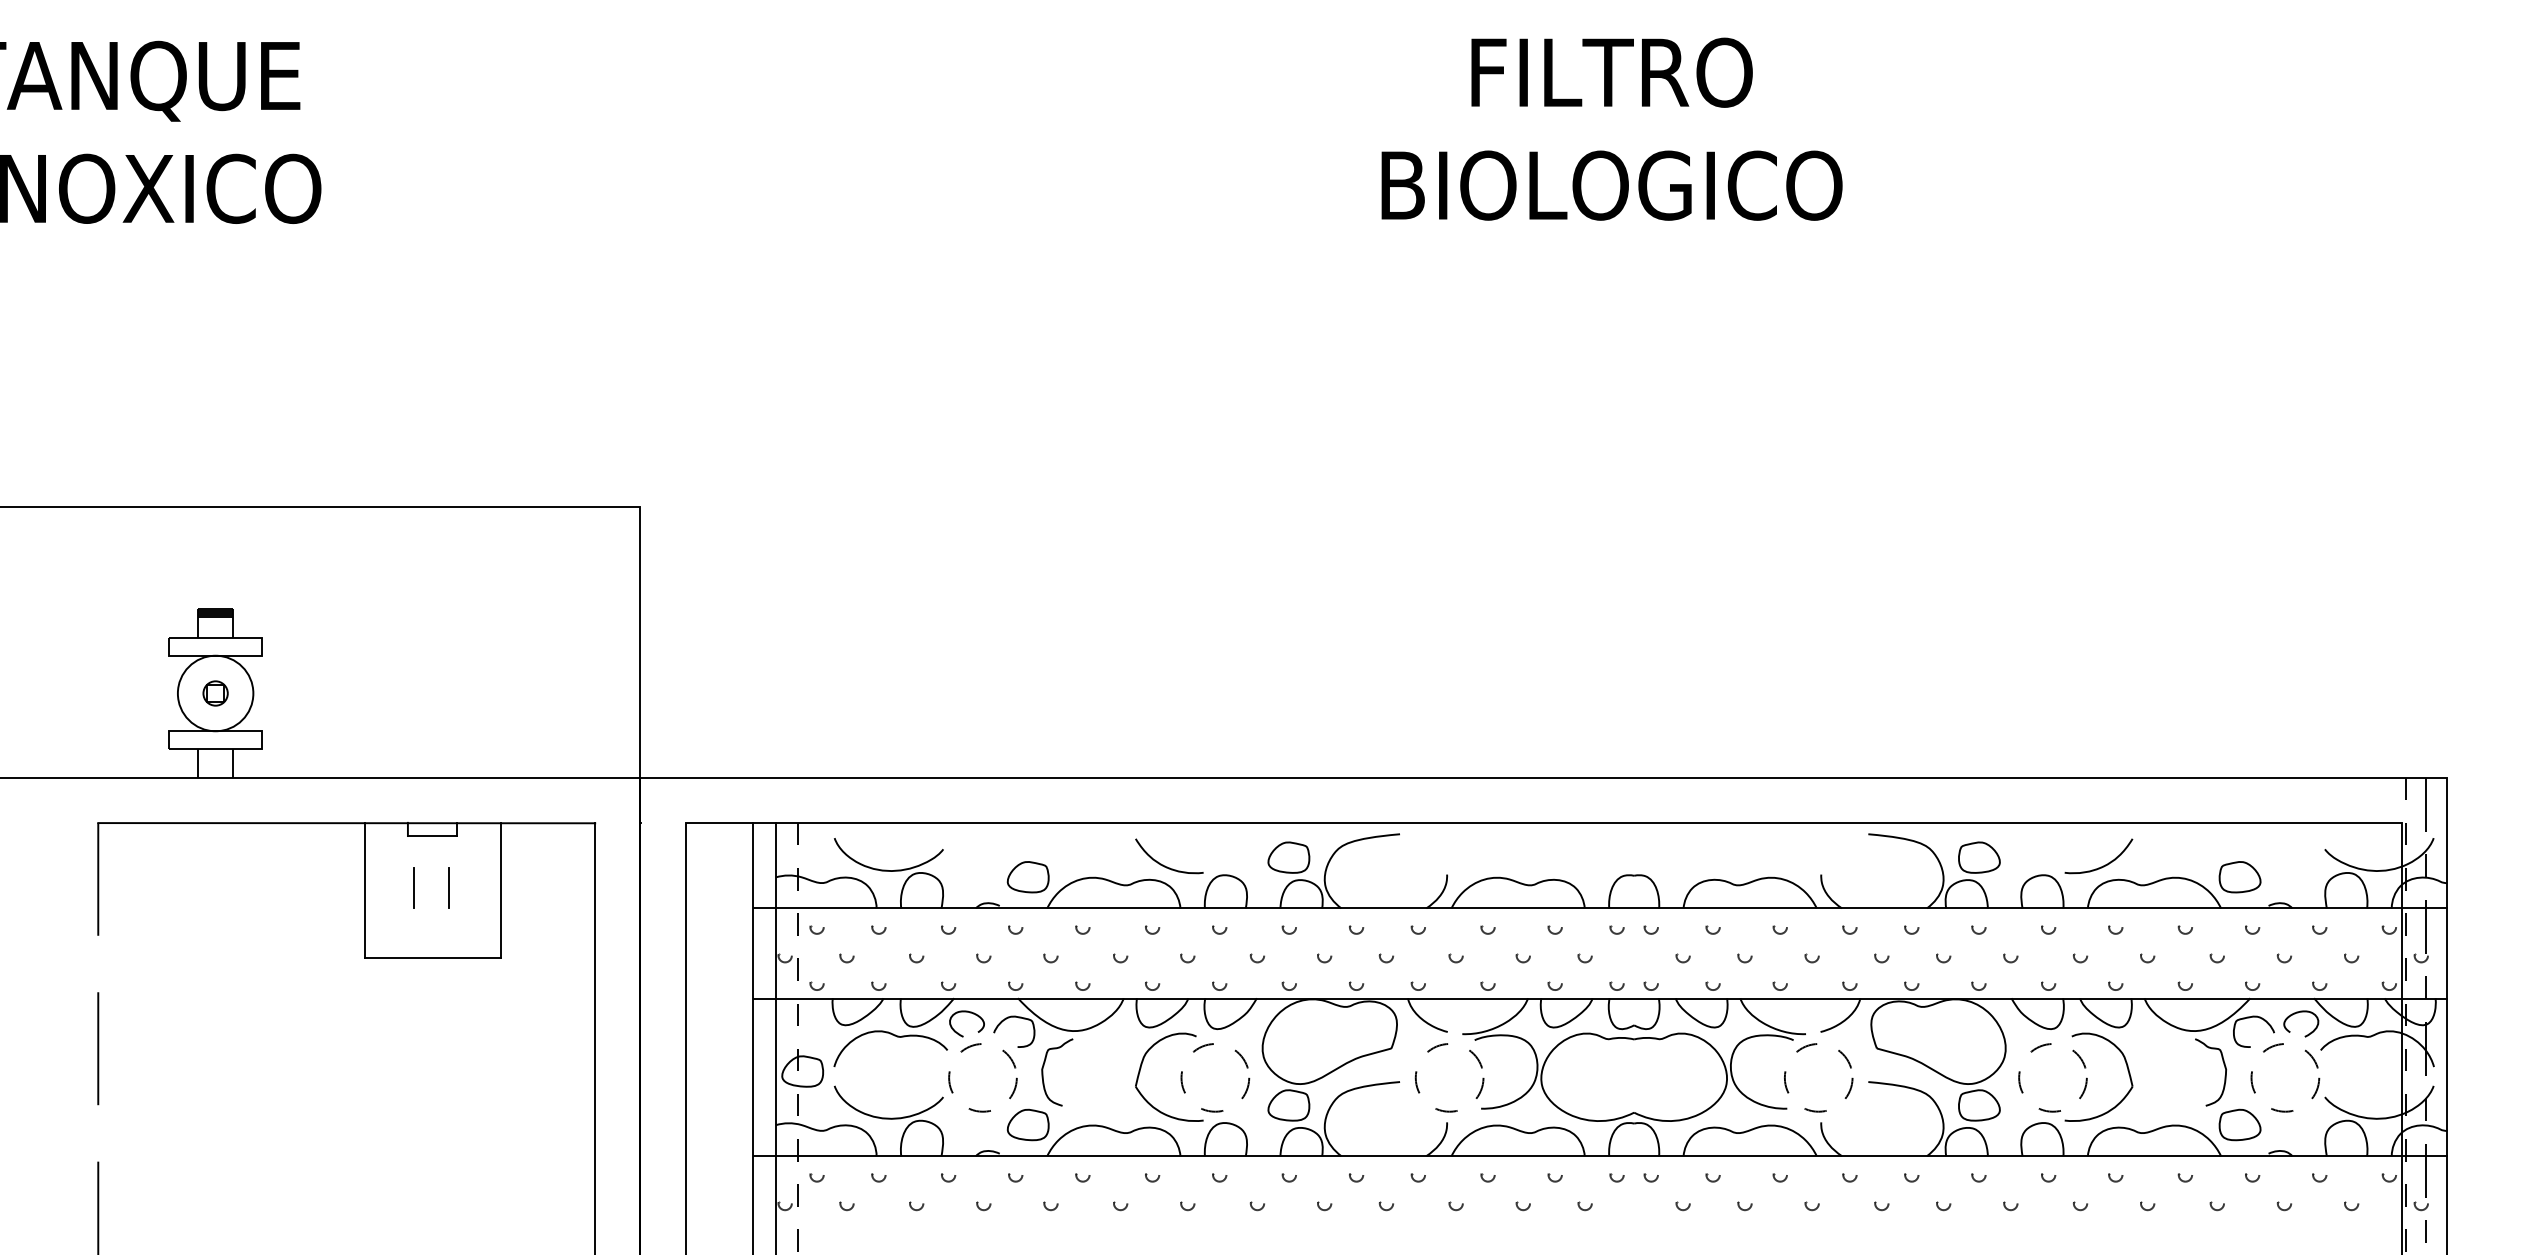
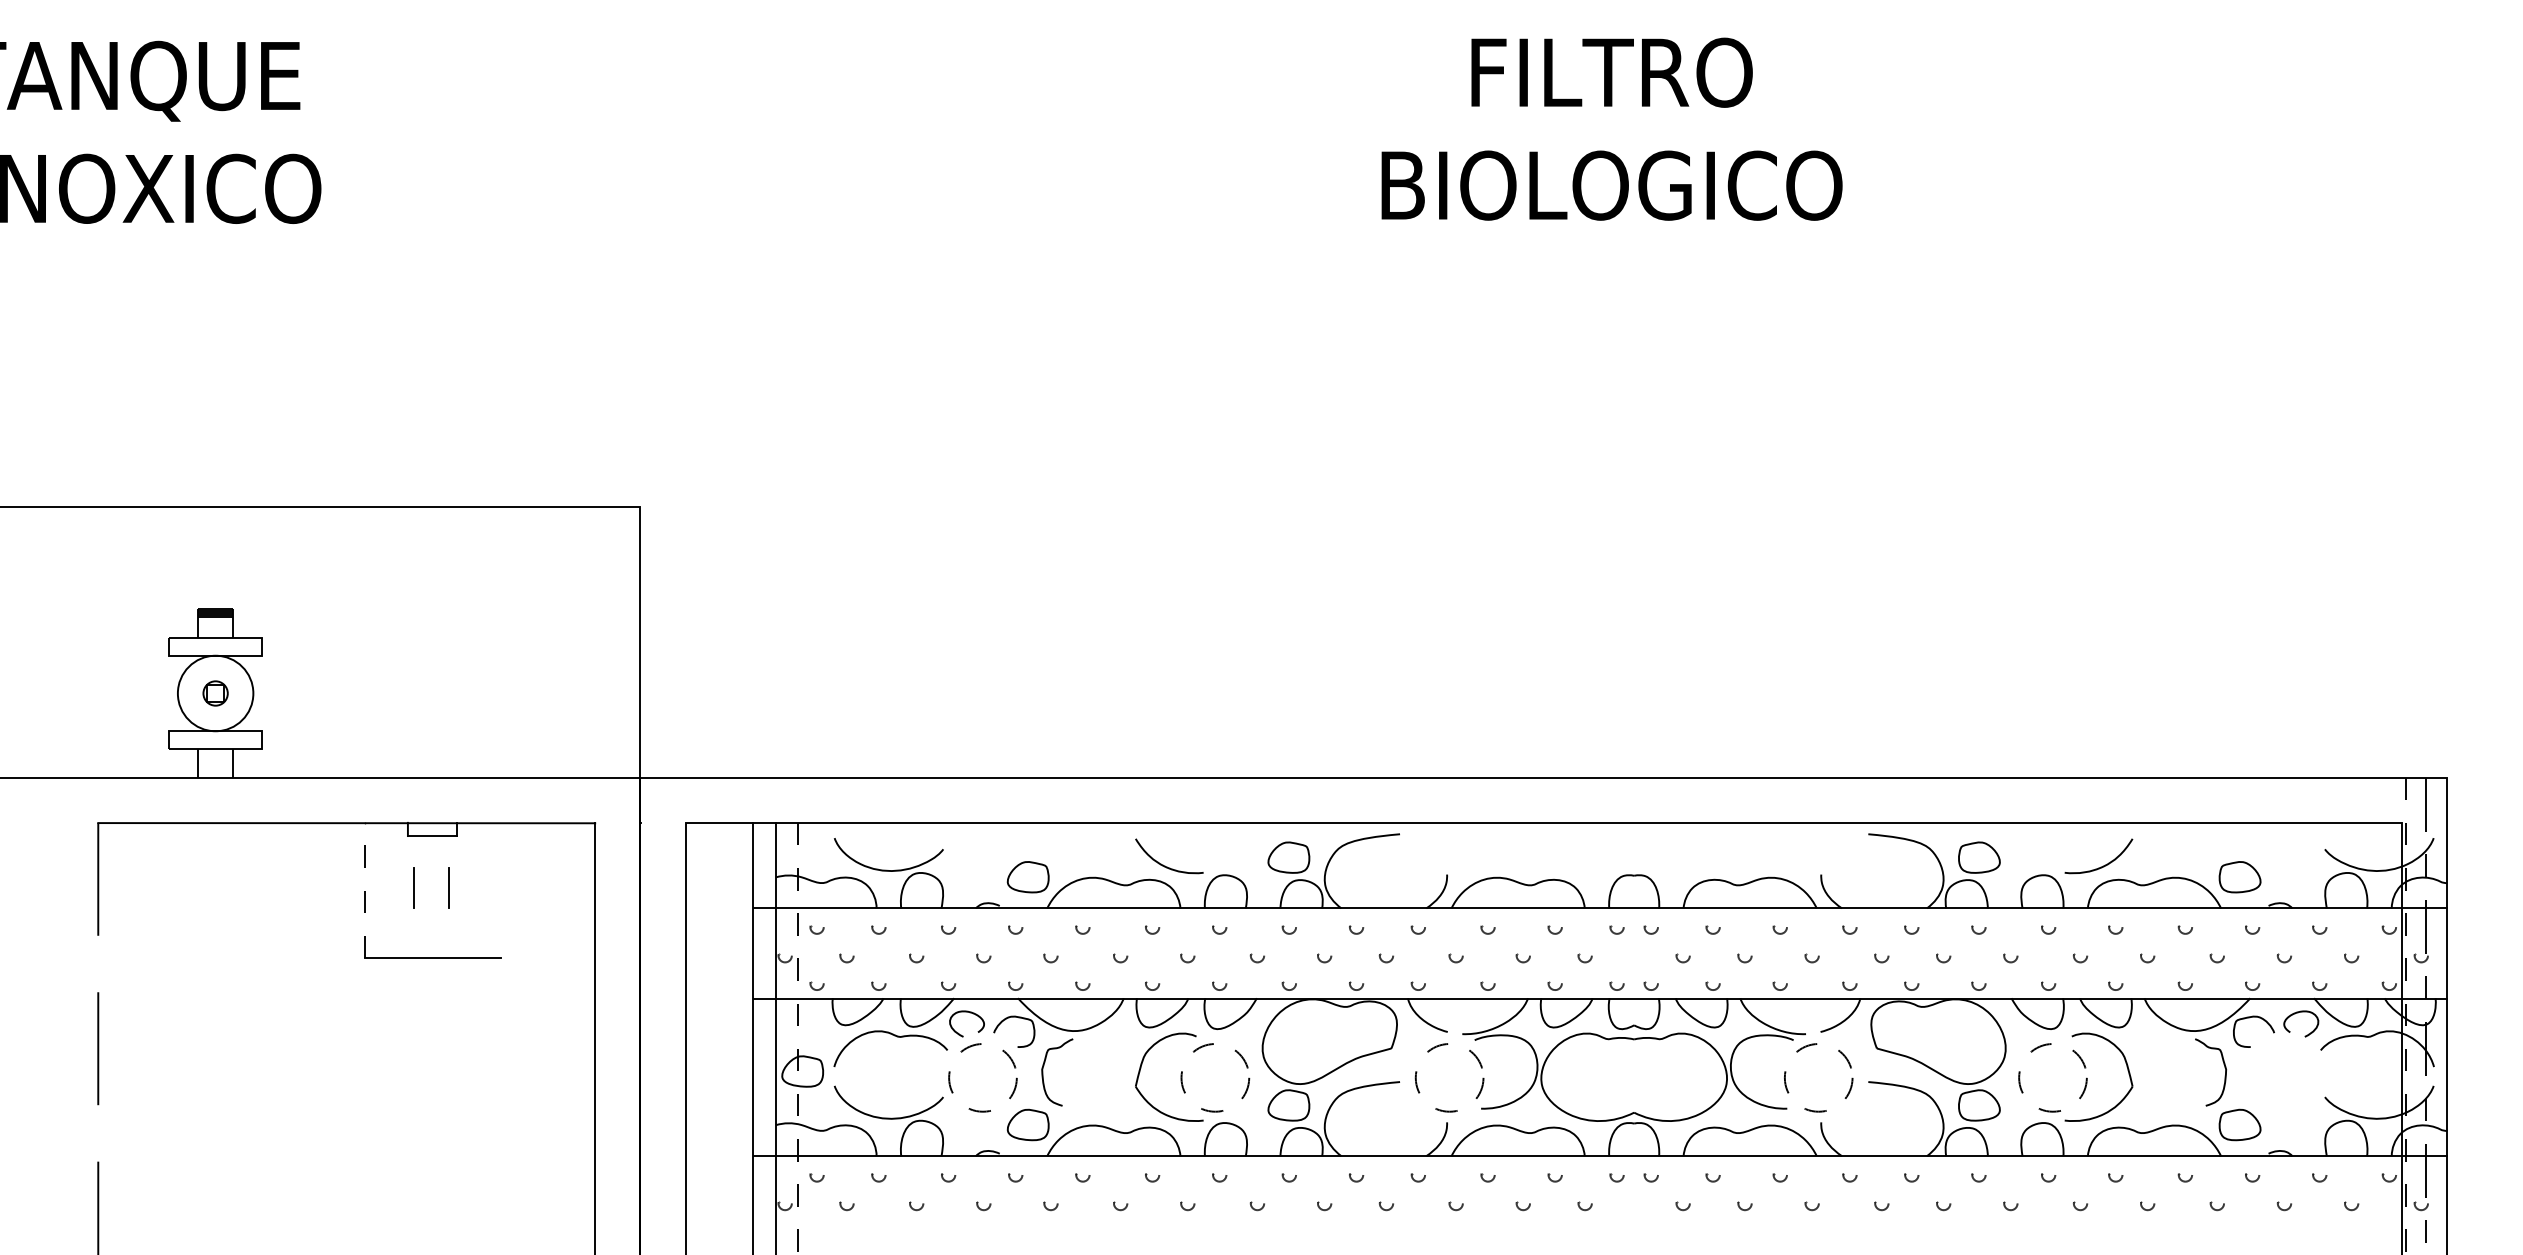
line at (365, 890): solid -> dashed
line at (500, 890): present -> none
circle at (2285, 1077): present -> none
